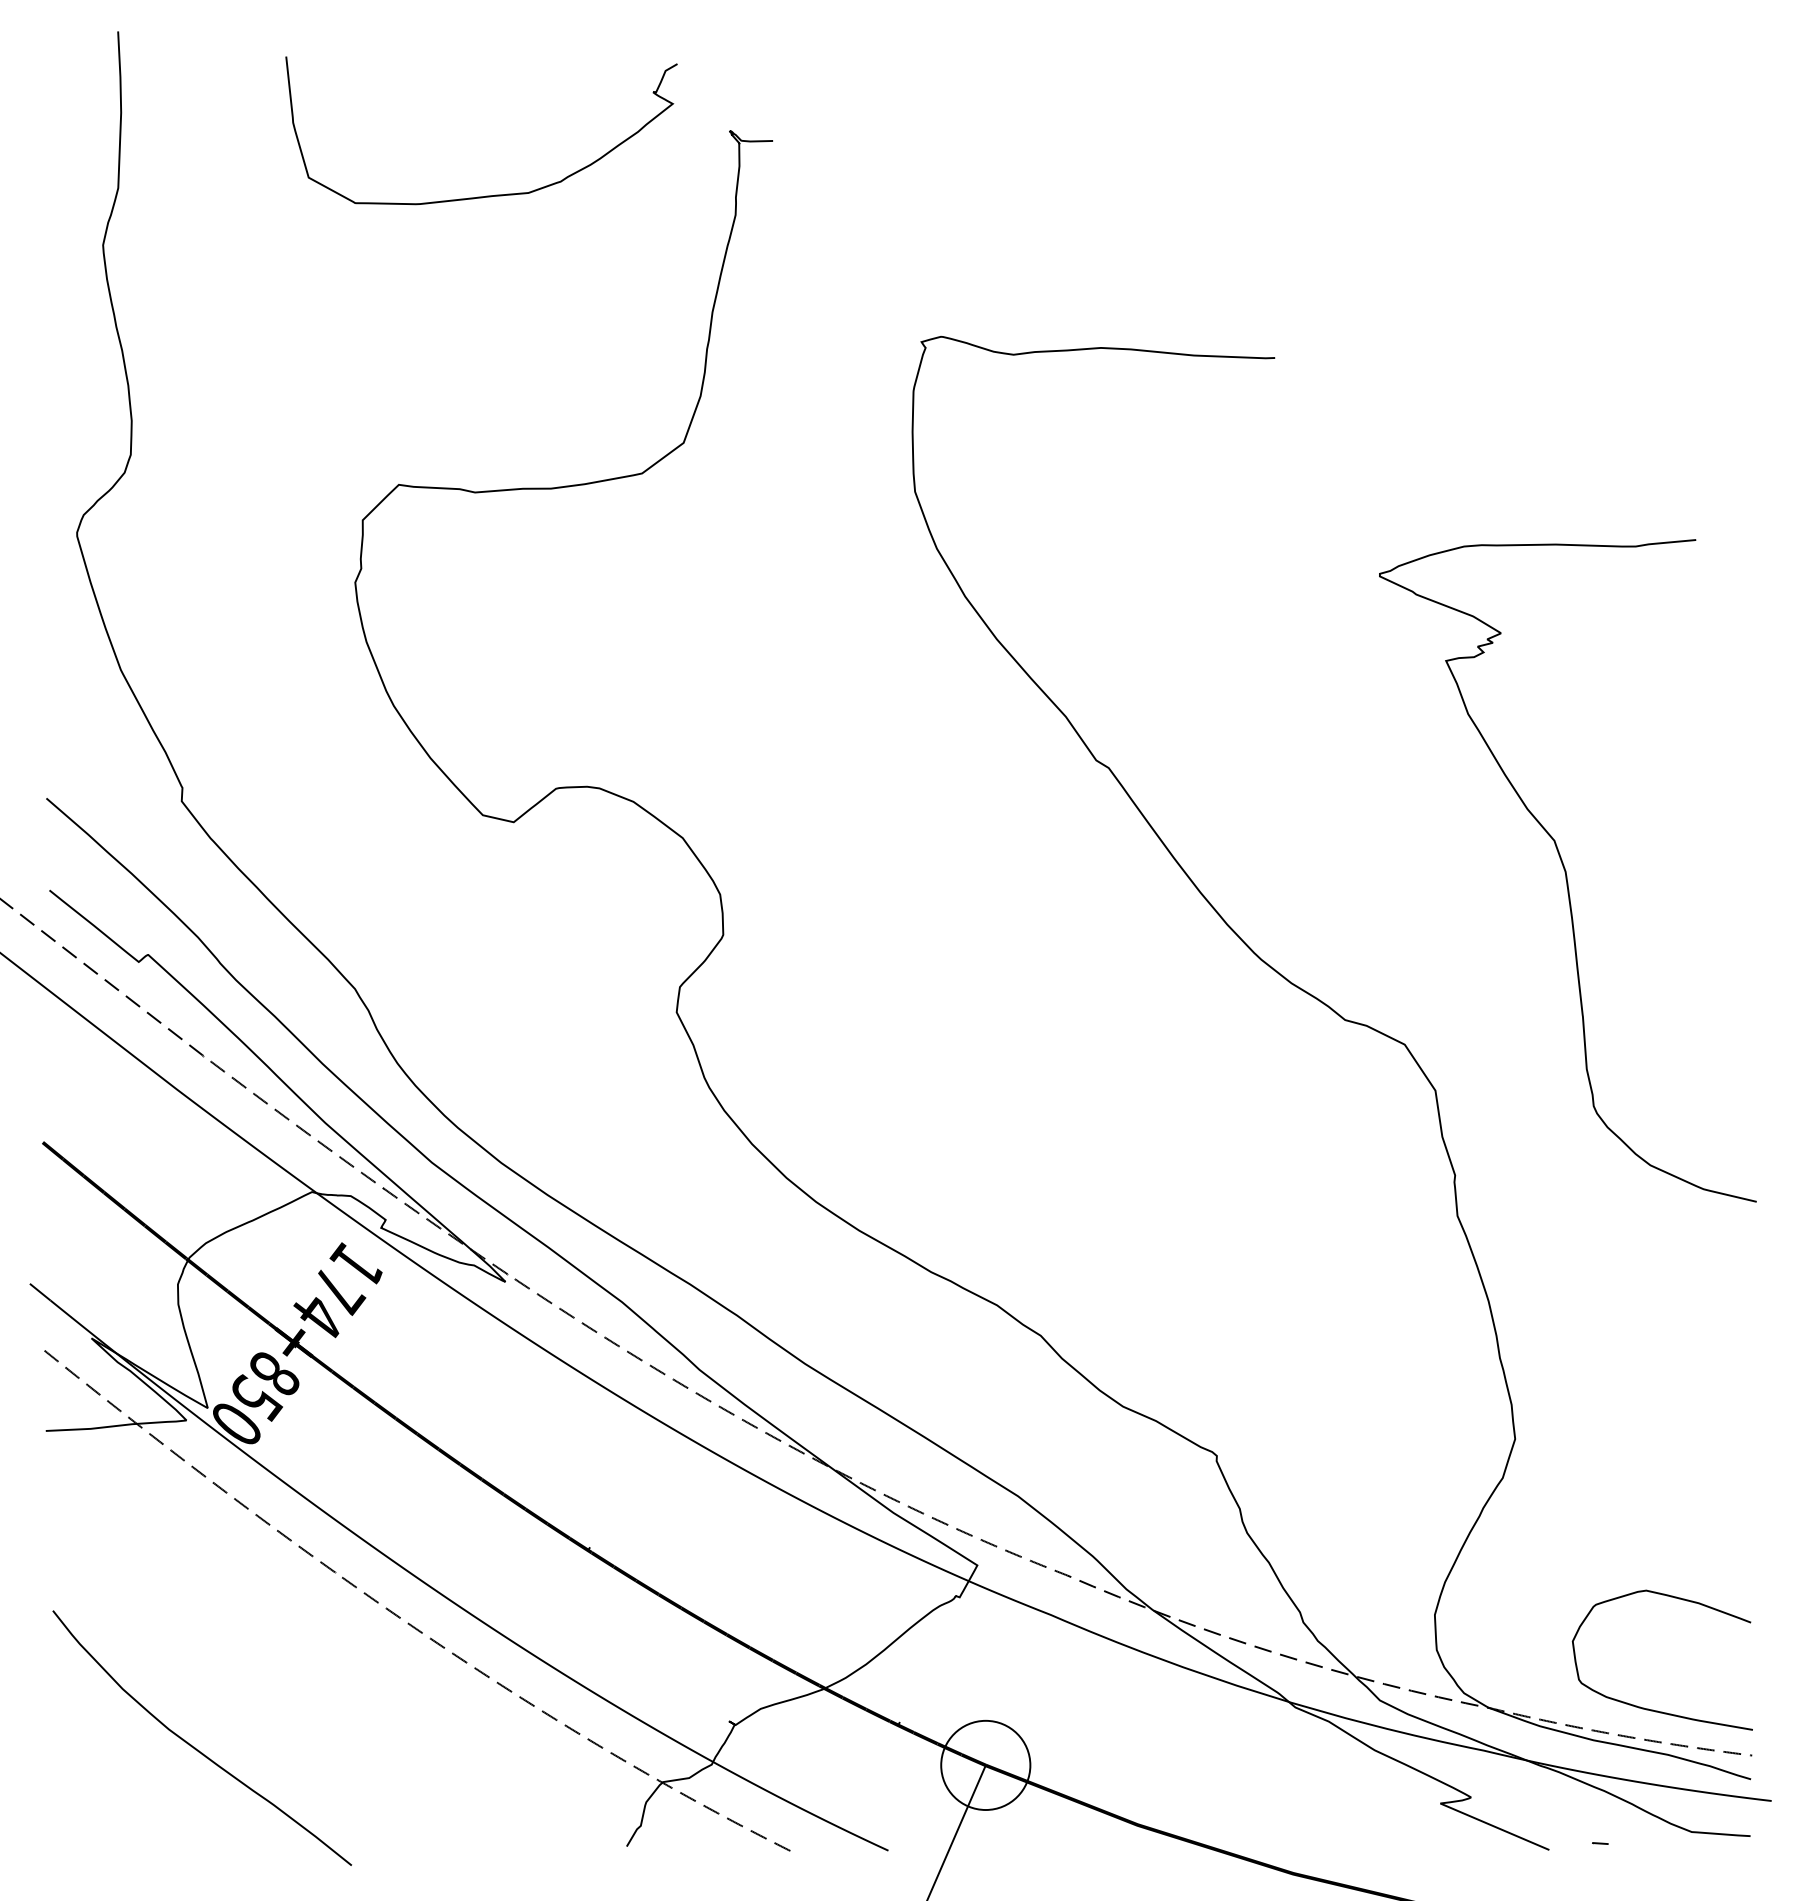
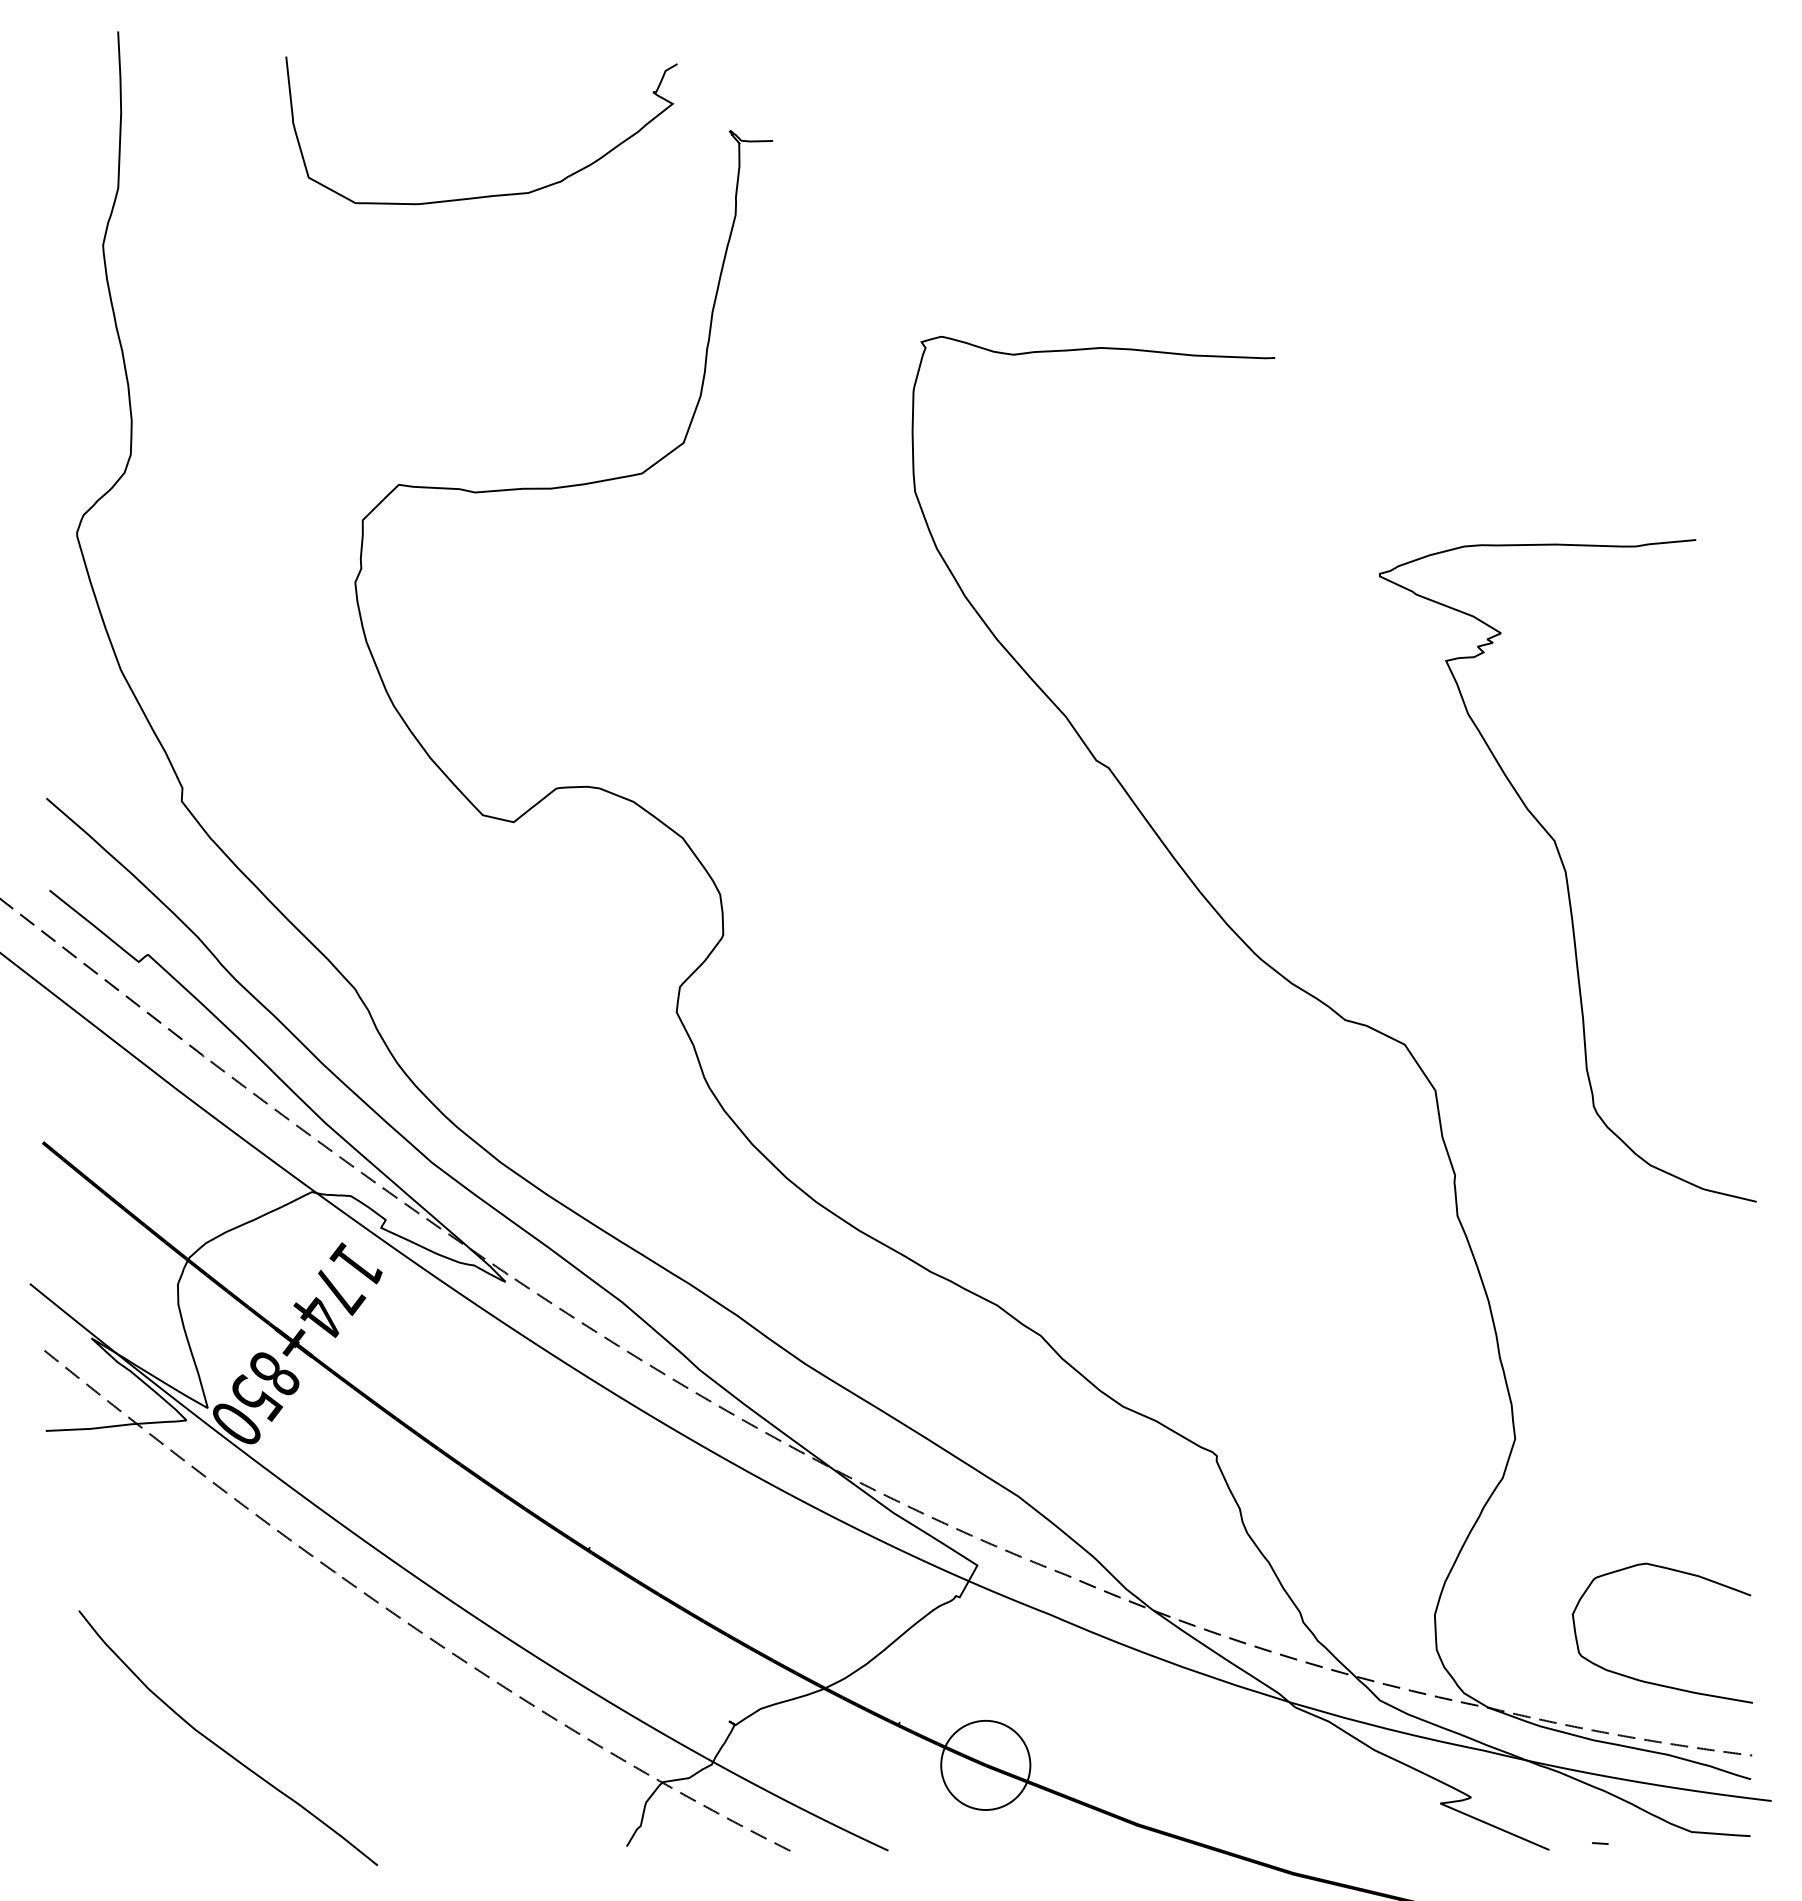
curve at (1653, 1709) position: (1653, 1709) -> (1653, 1682)
curve at (195, 1747) position: (195, 1747) -> (221, 1747)
line at (956, 1831): present -> none
